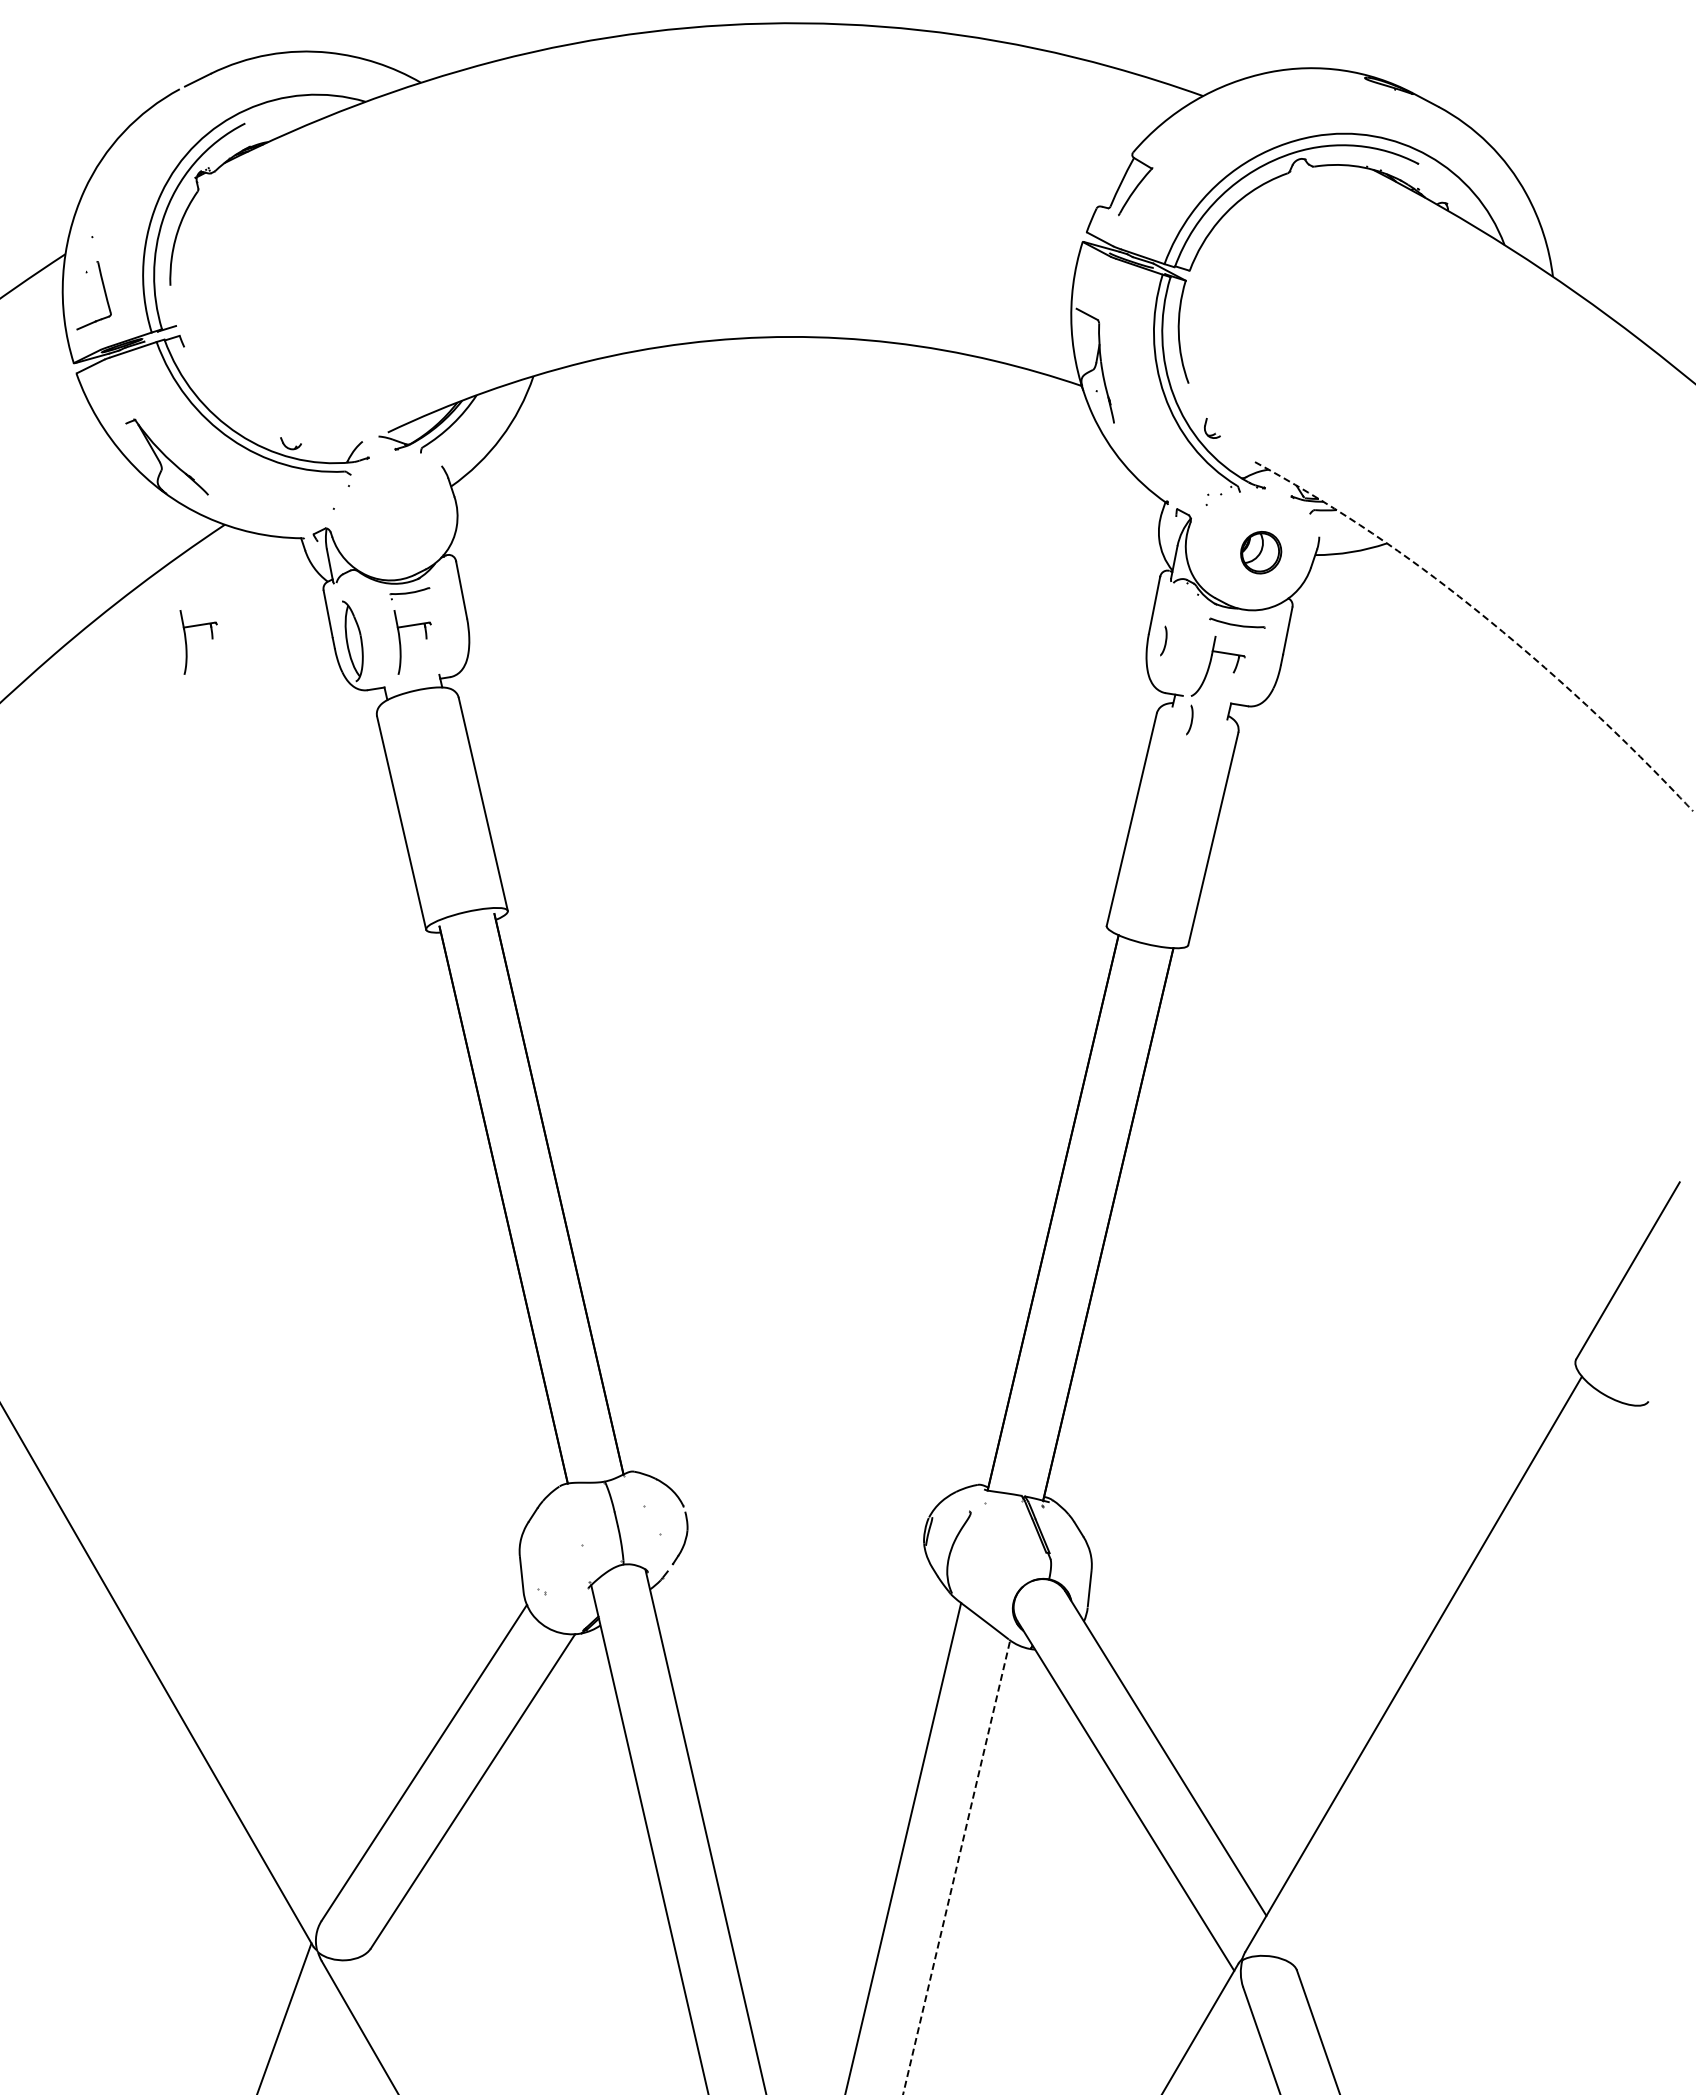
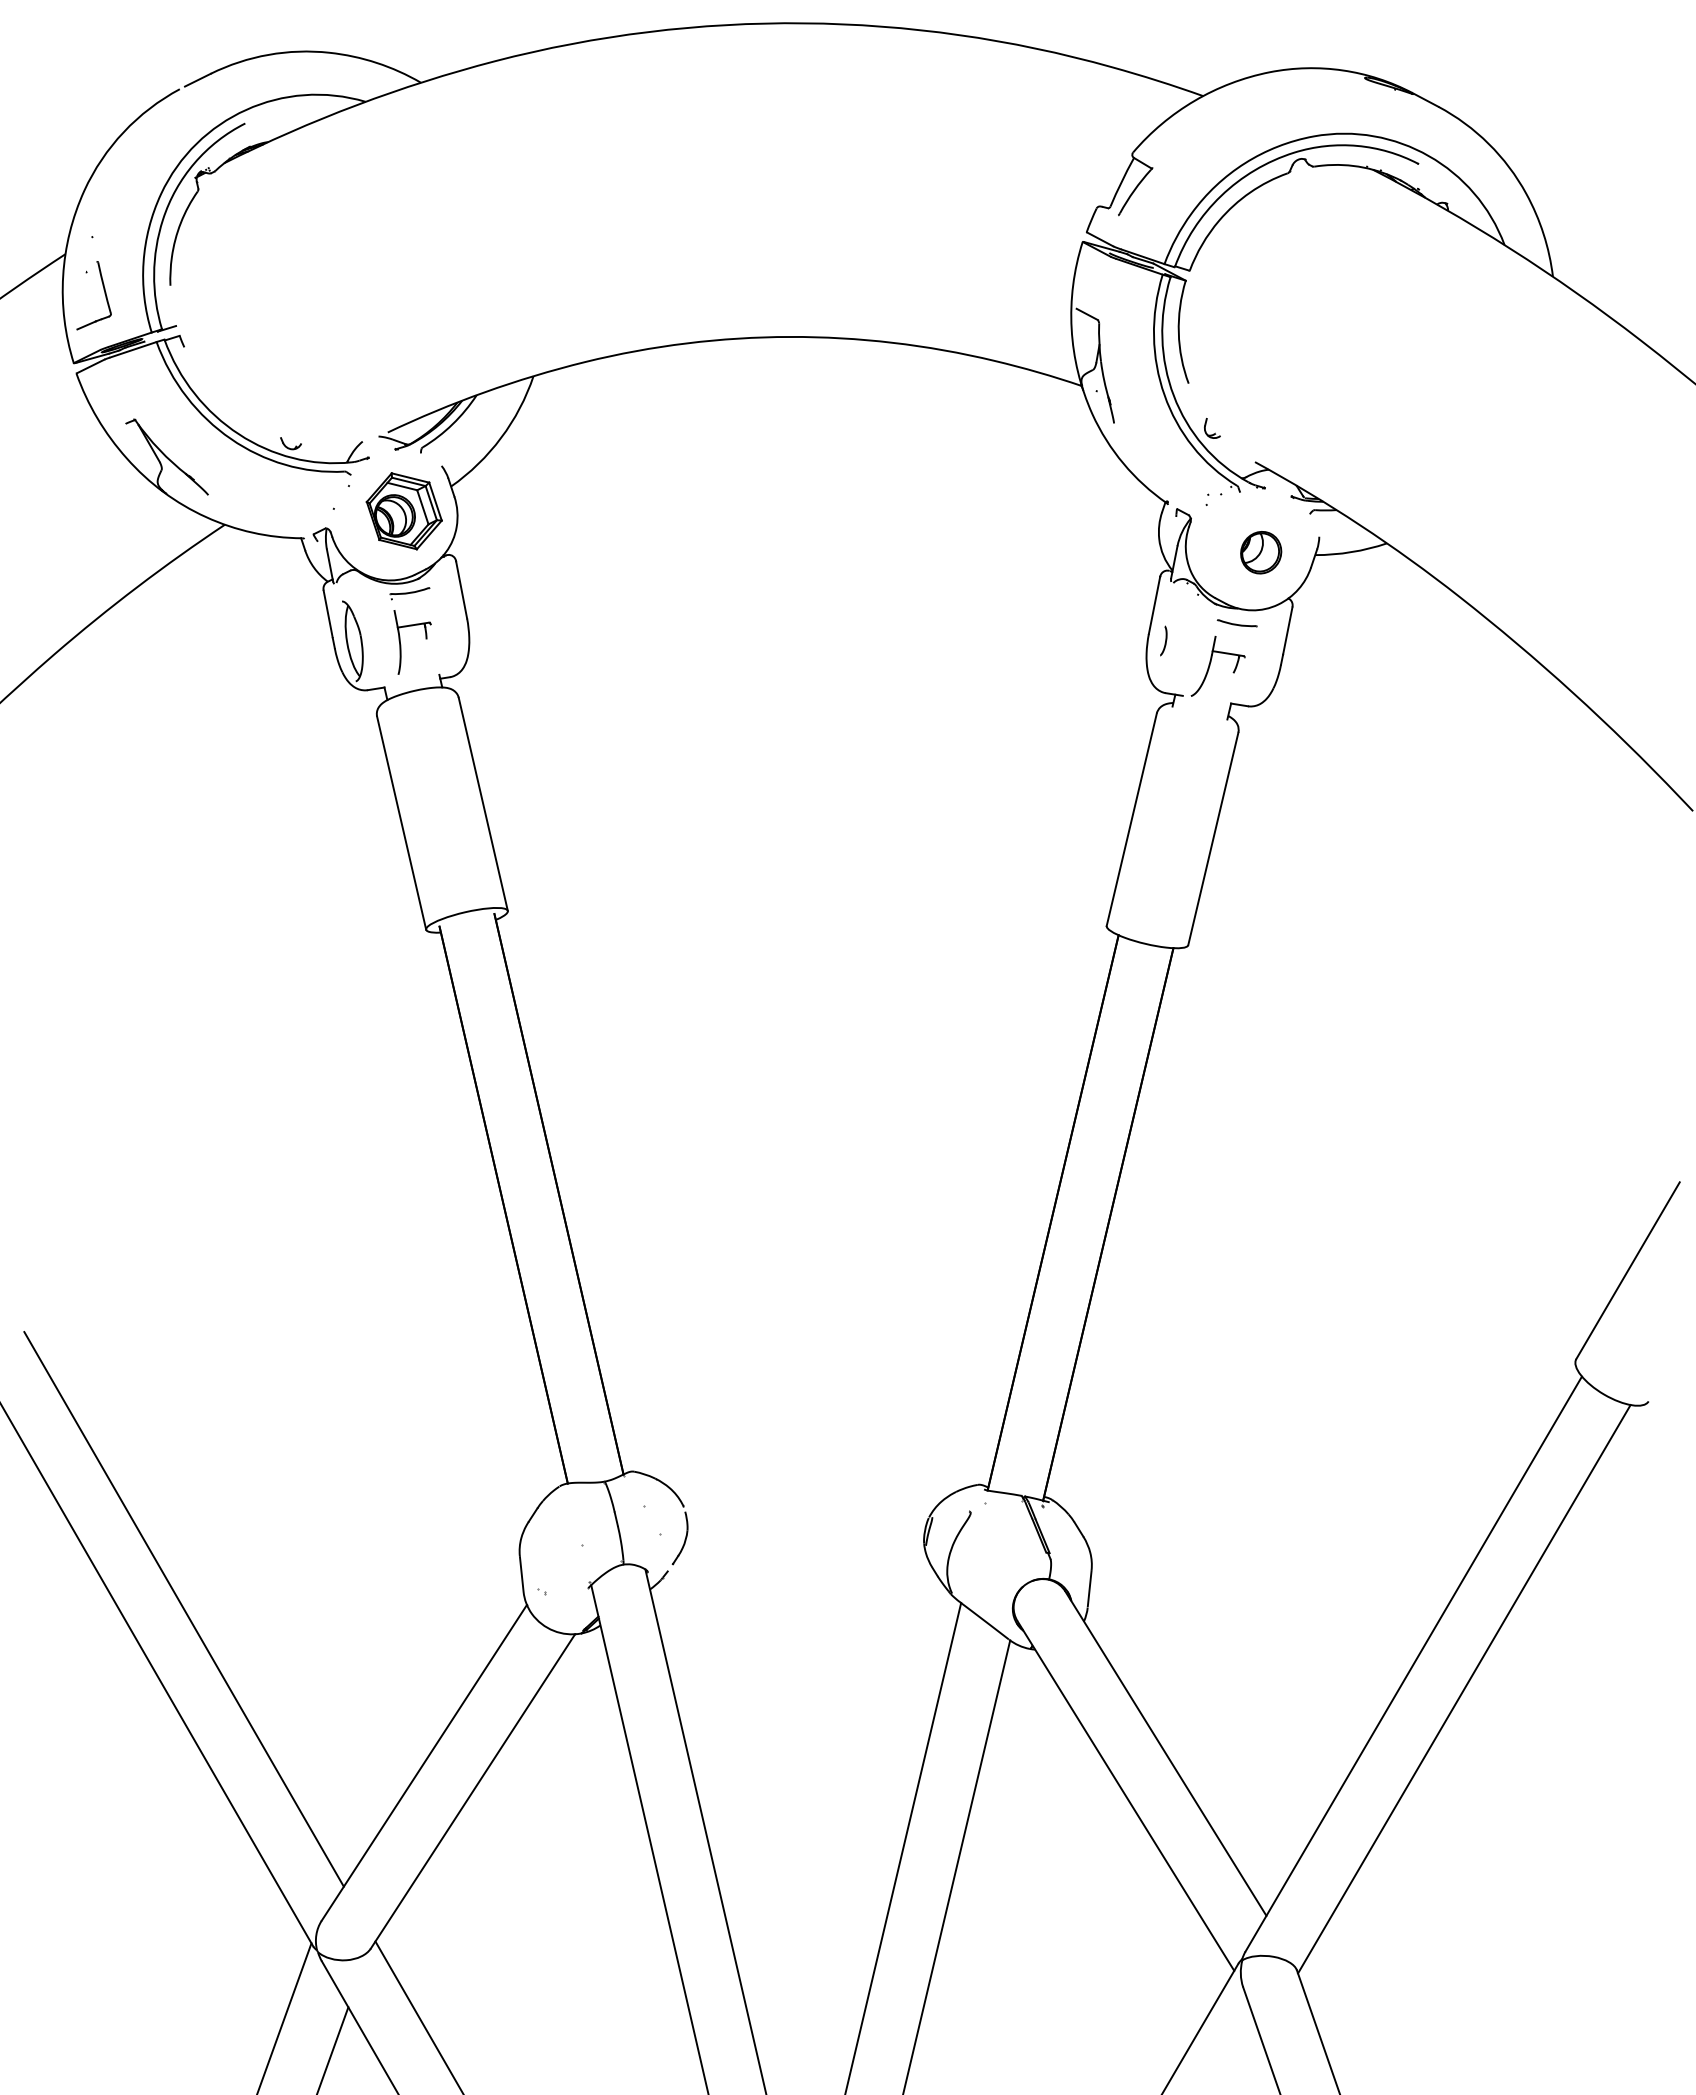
part at (403, 511): none -> present
line at (1489, 620): dashed -> solid
part at (1237, 622) size: 57x12 px -> 42x9 px
part at (187, 644): present -> none
curve at (1191, 719): present -> none
line at (183, 1609): none -> present
line at (1464, 1689): none -> present
line at (956, 1867): dashed -> solid
line at (418, 2016): none -> present
line at (333, 2049): none -> present
